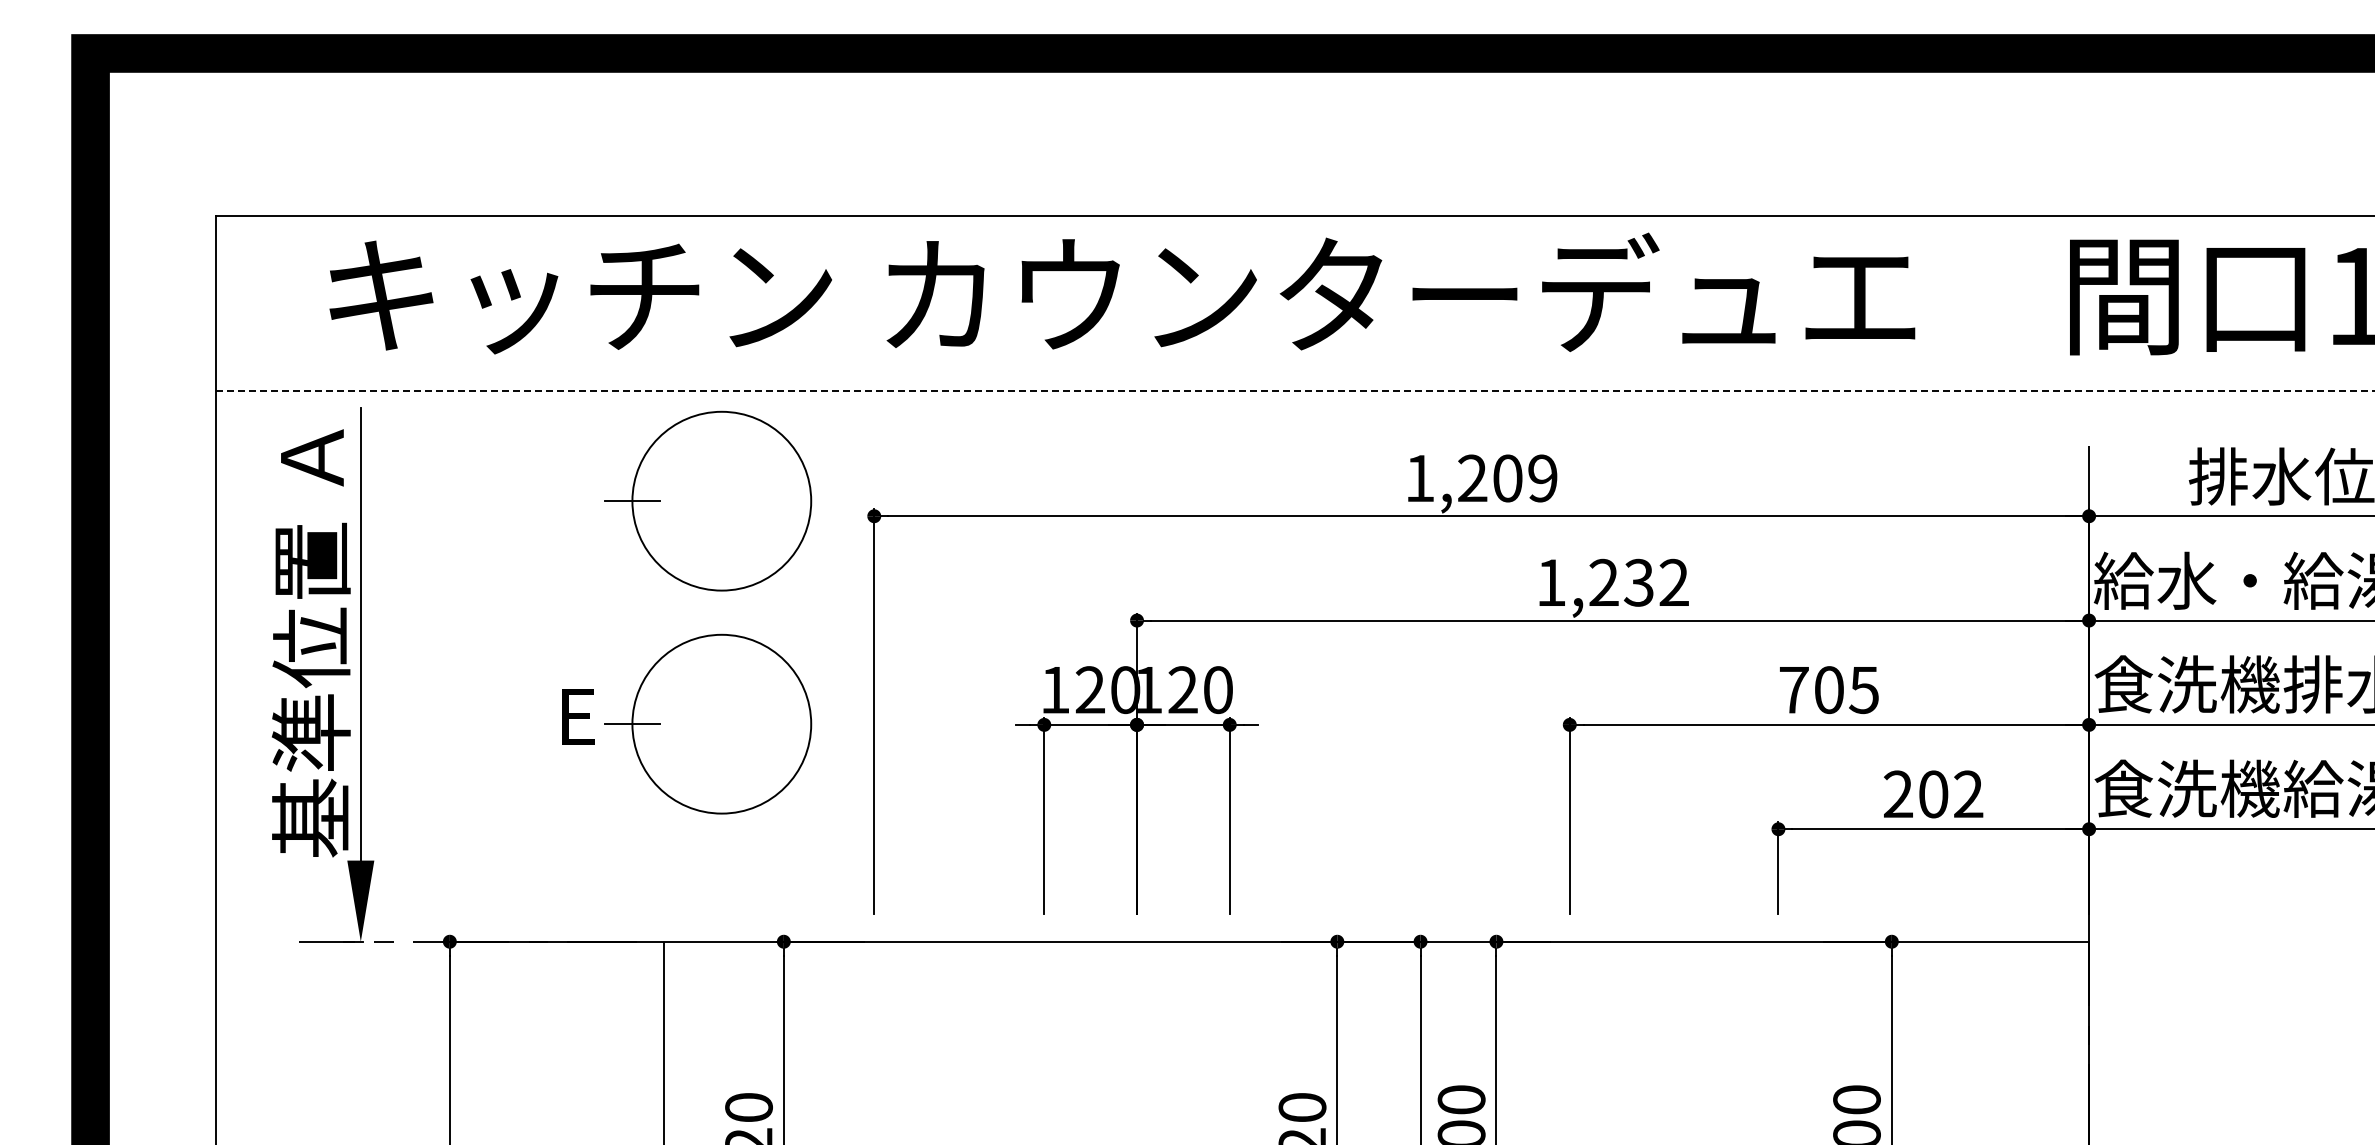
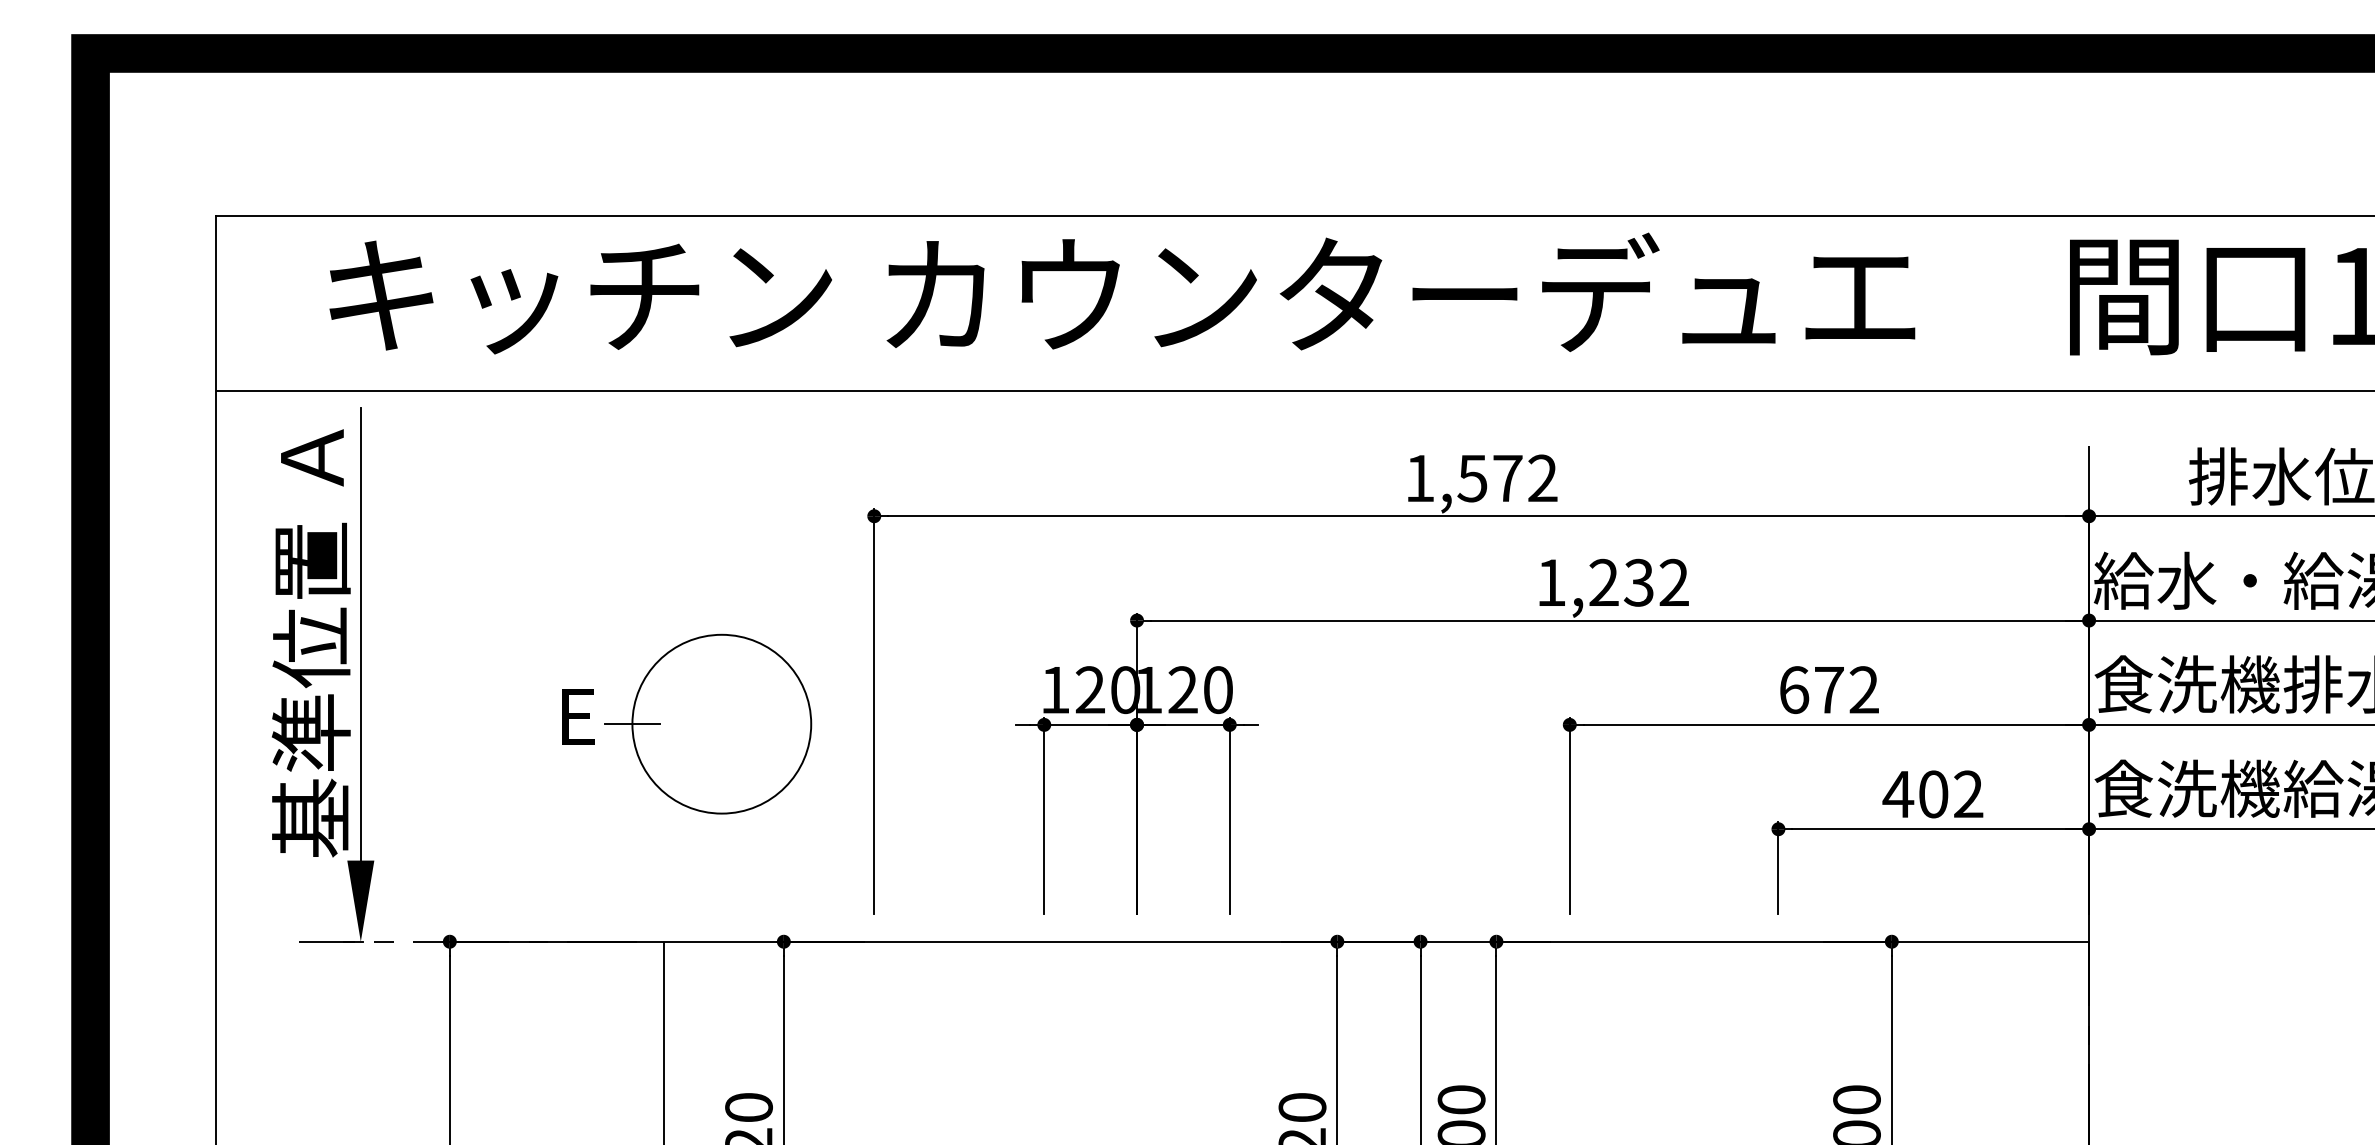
line at (1296, 390): dashed -> solid
text at (1507, 478): 1,209 -> 1,572
part at (708, 500): present -> none
text at (1828, 690): 705 -> 672
text at (1898, 793): 202 -> 402
